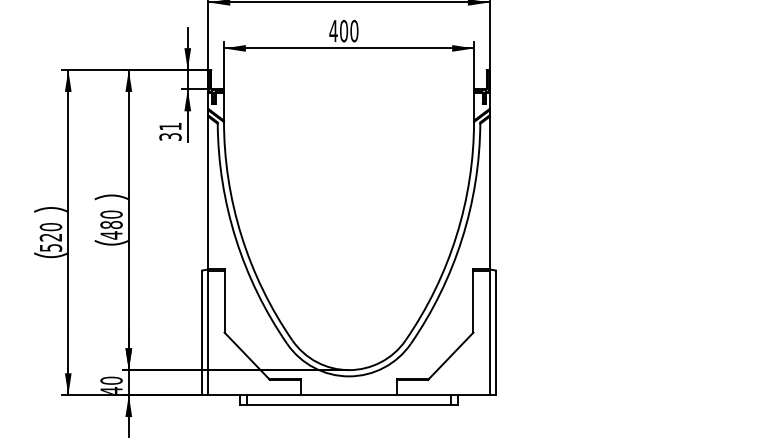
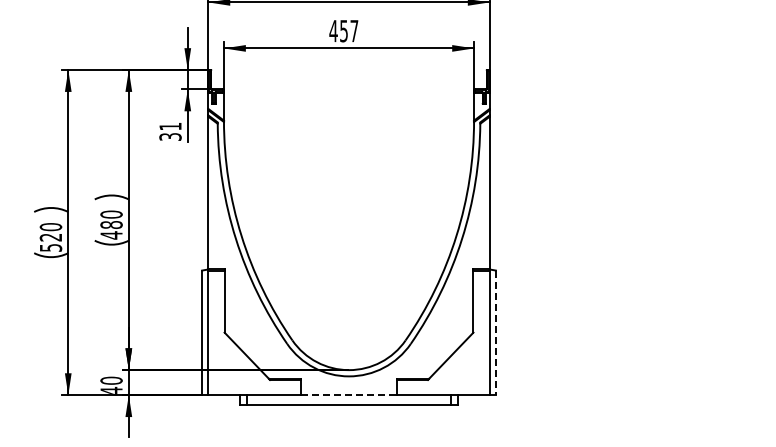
text at (349, 30): 400 -> 457
line at (495, 333): solid -> dashed
line at (349, 395): solid -> dashed
